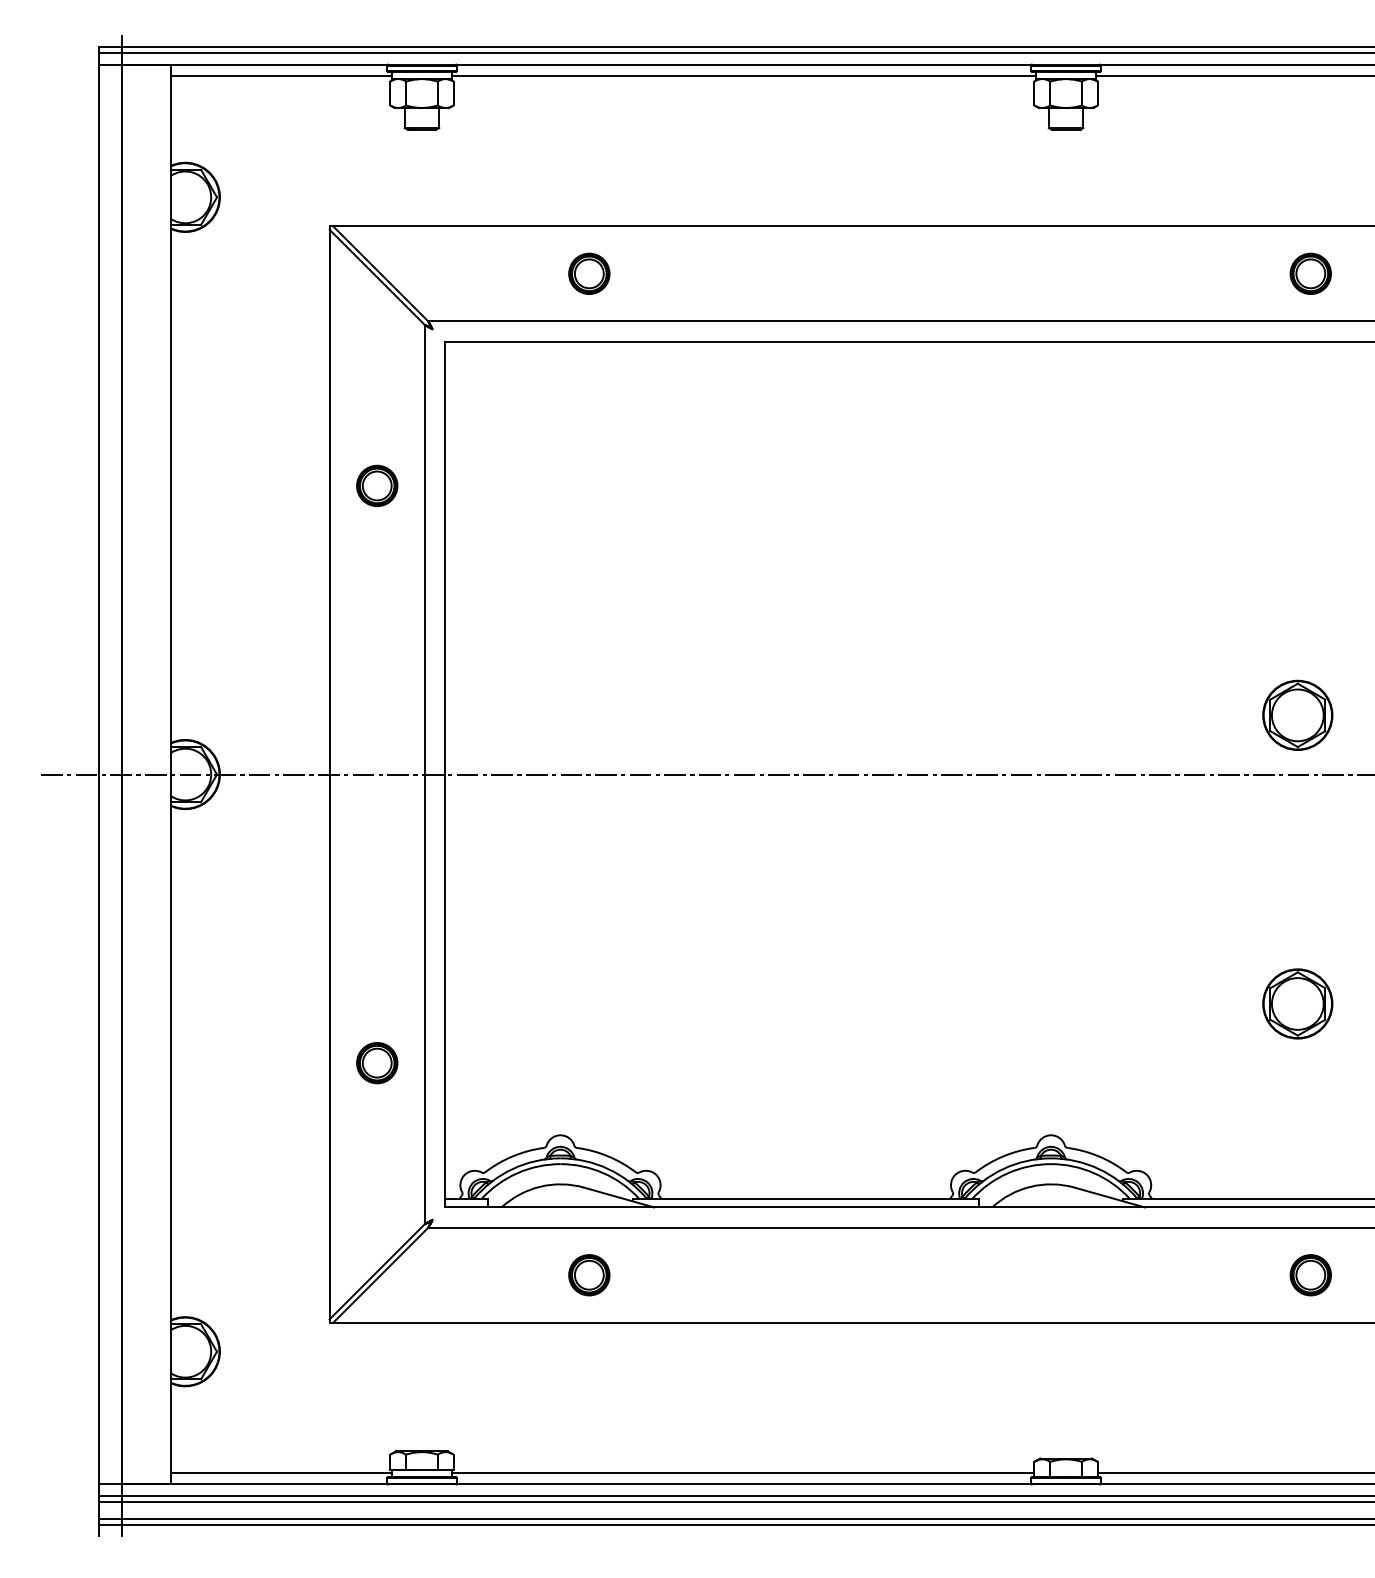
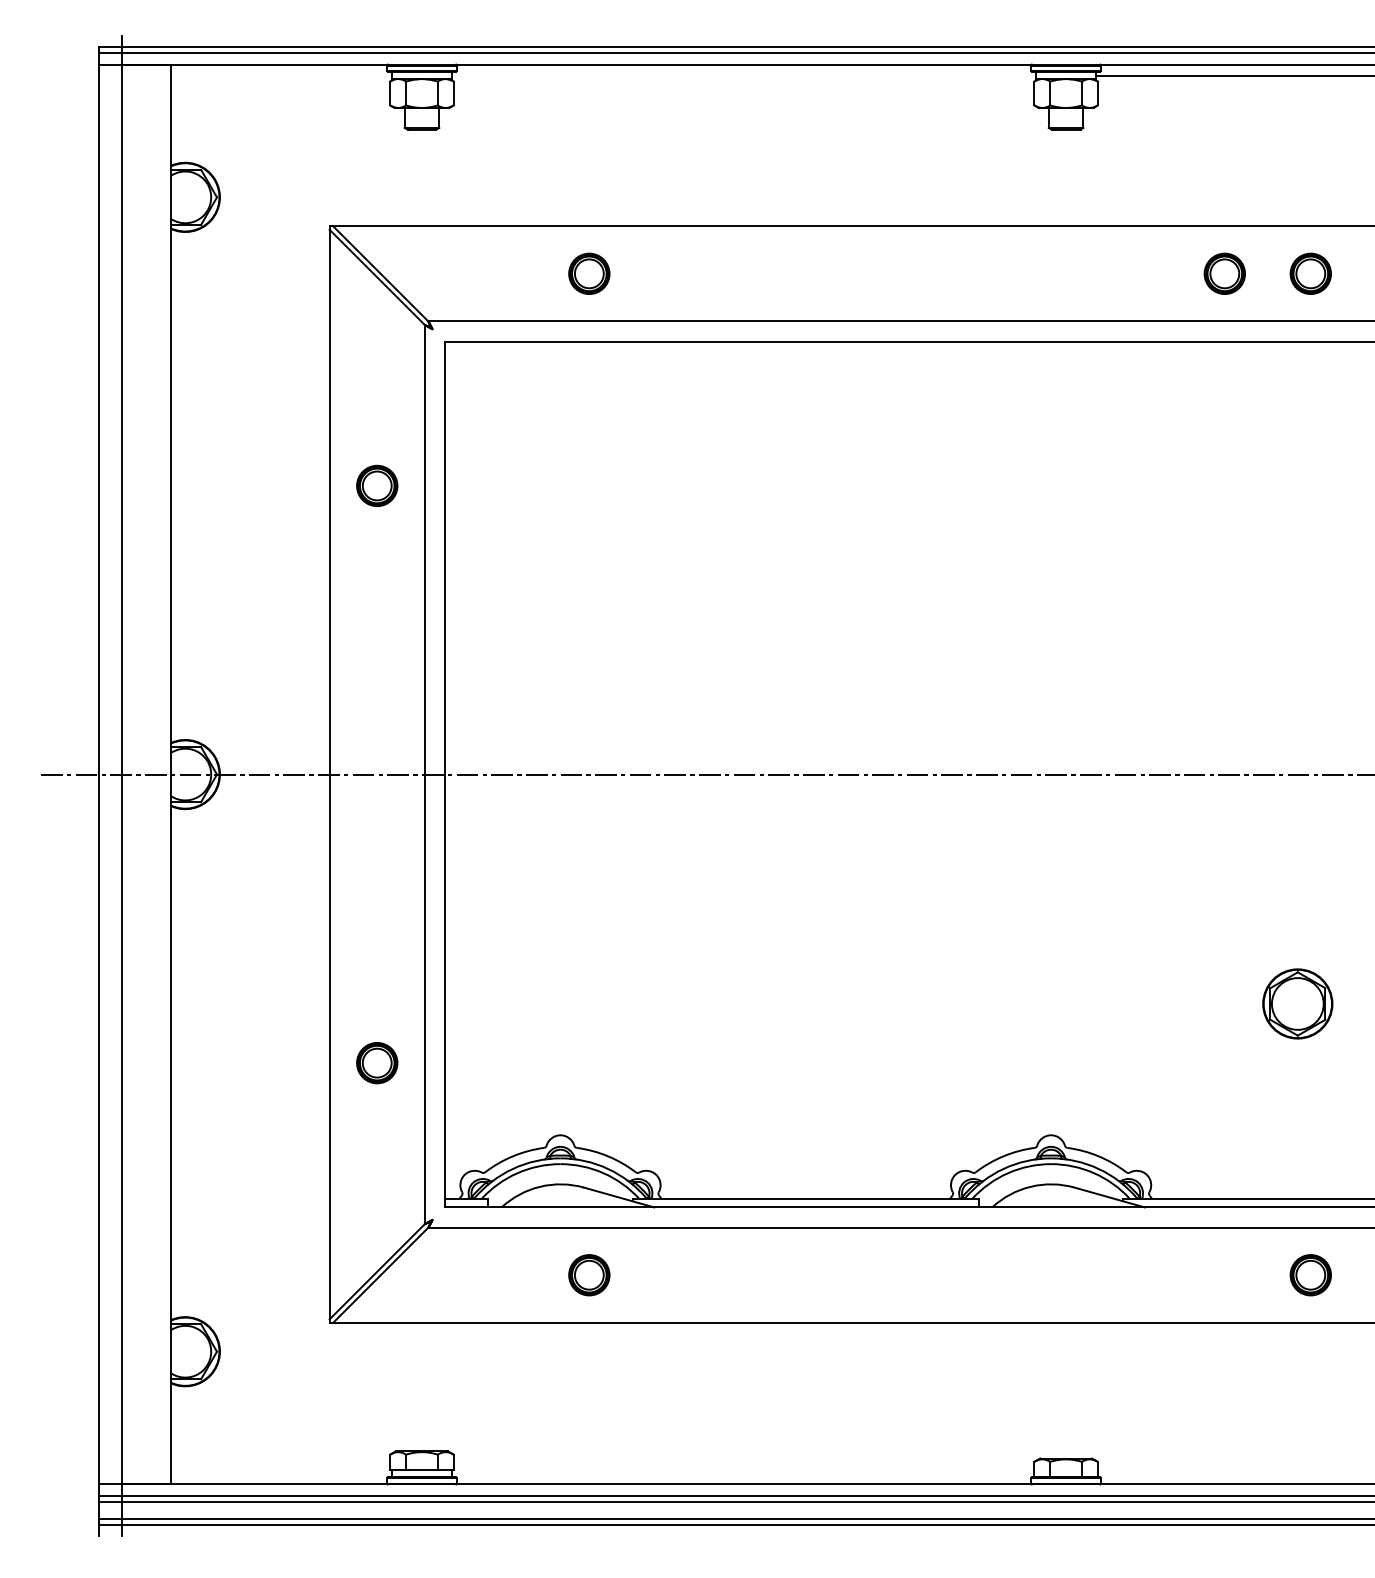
line at (280, 76): present -> none
line at (743, 76): present -> none
part at (1224, 273): none -> present
part at (1297, 714): present -> none
line at (280, 1472): present -> none
line at (743, 1472): present -> none
line at (1234, 1472): present -> none
